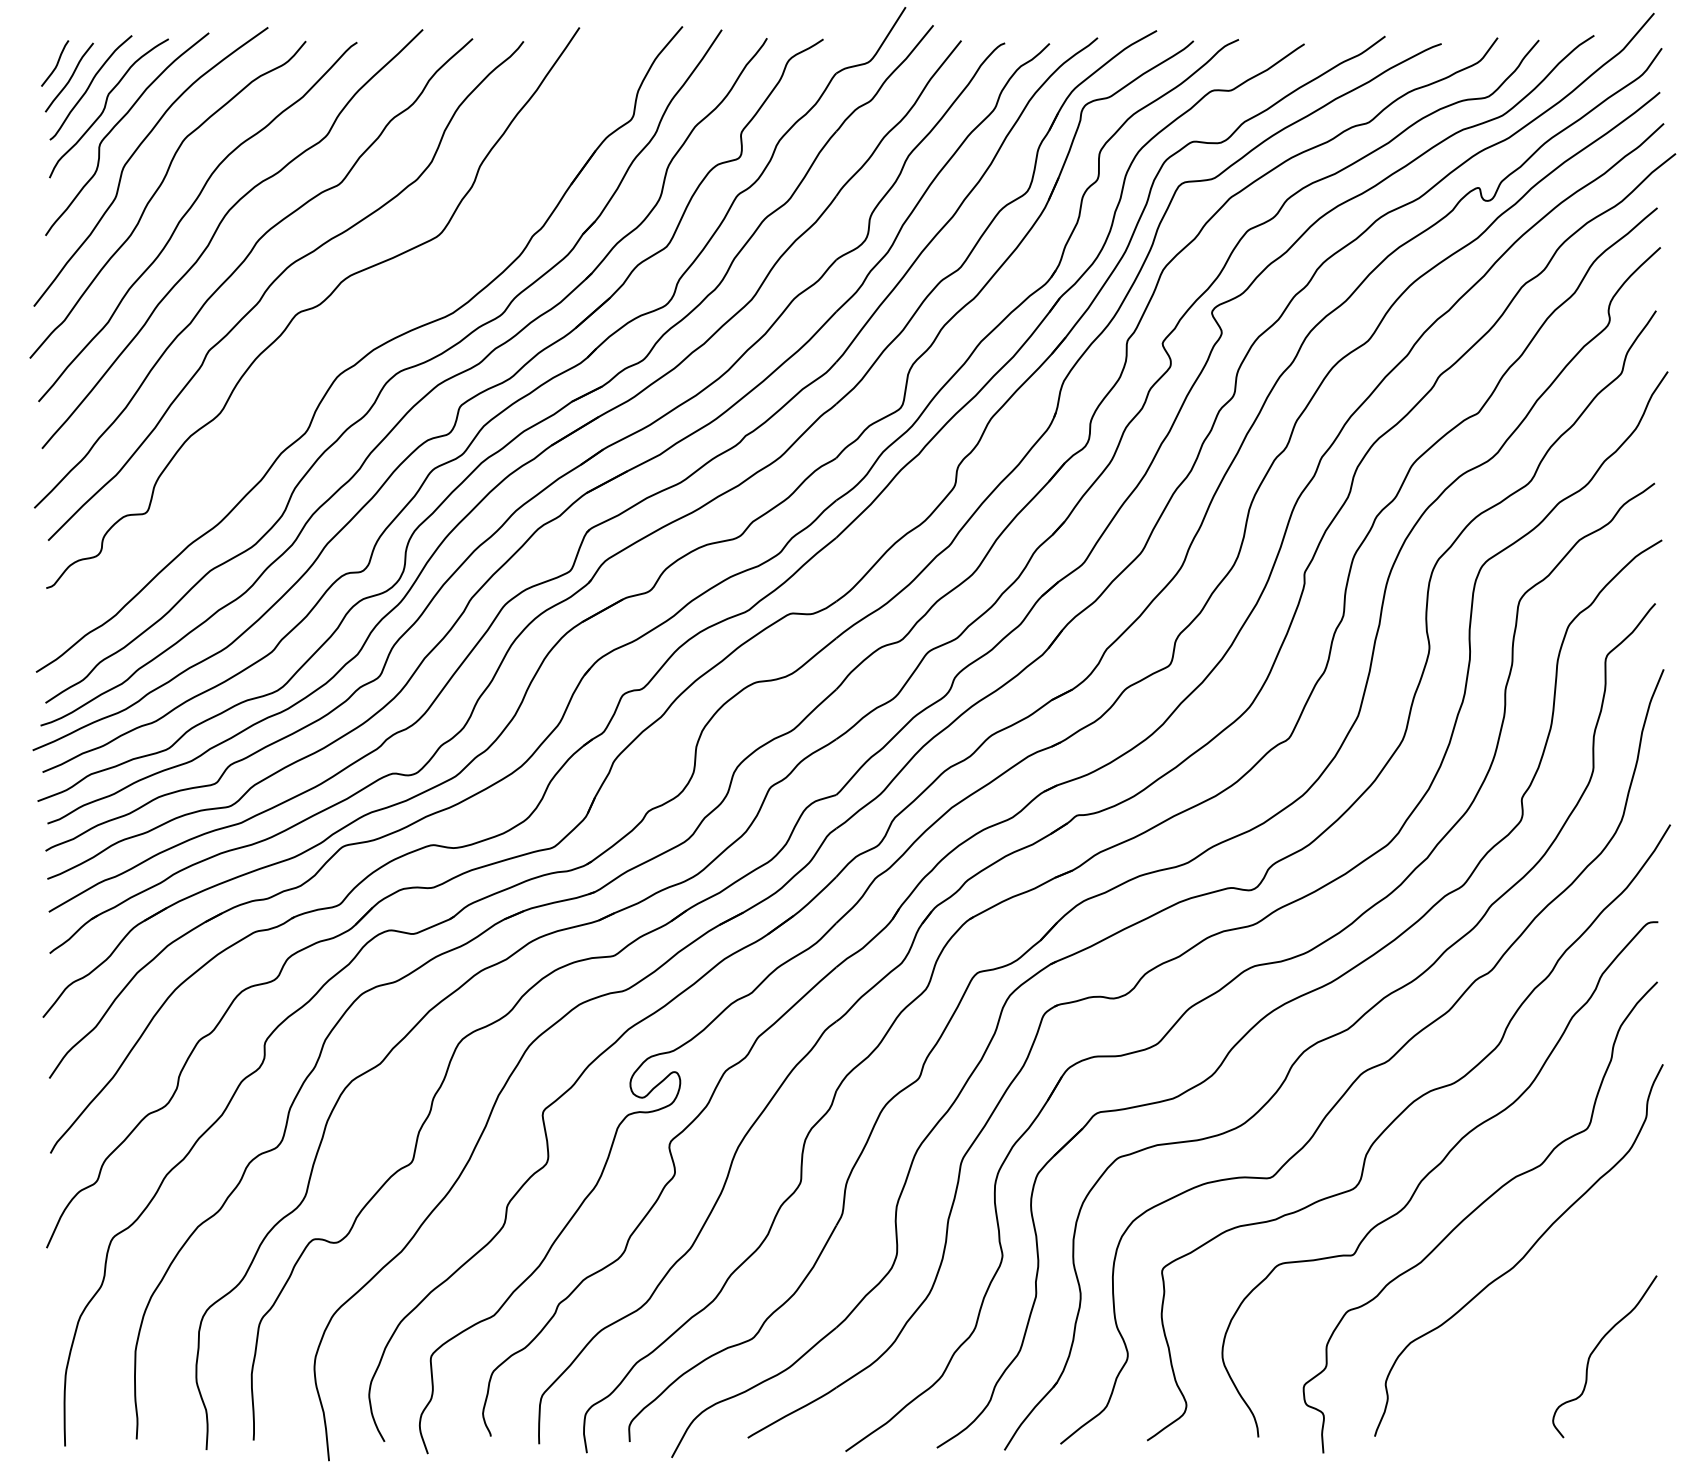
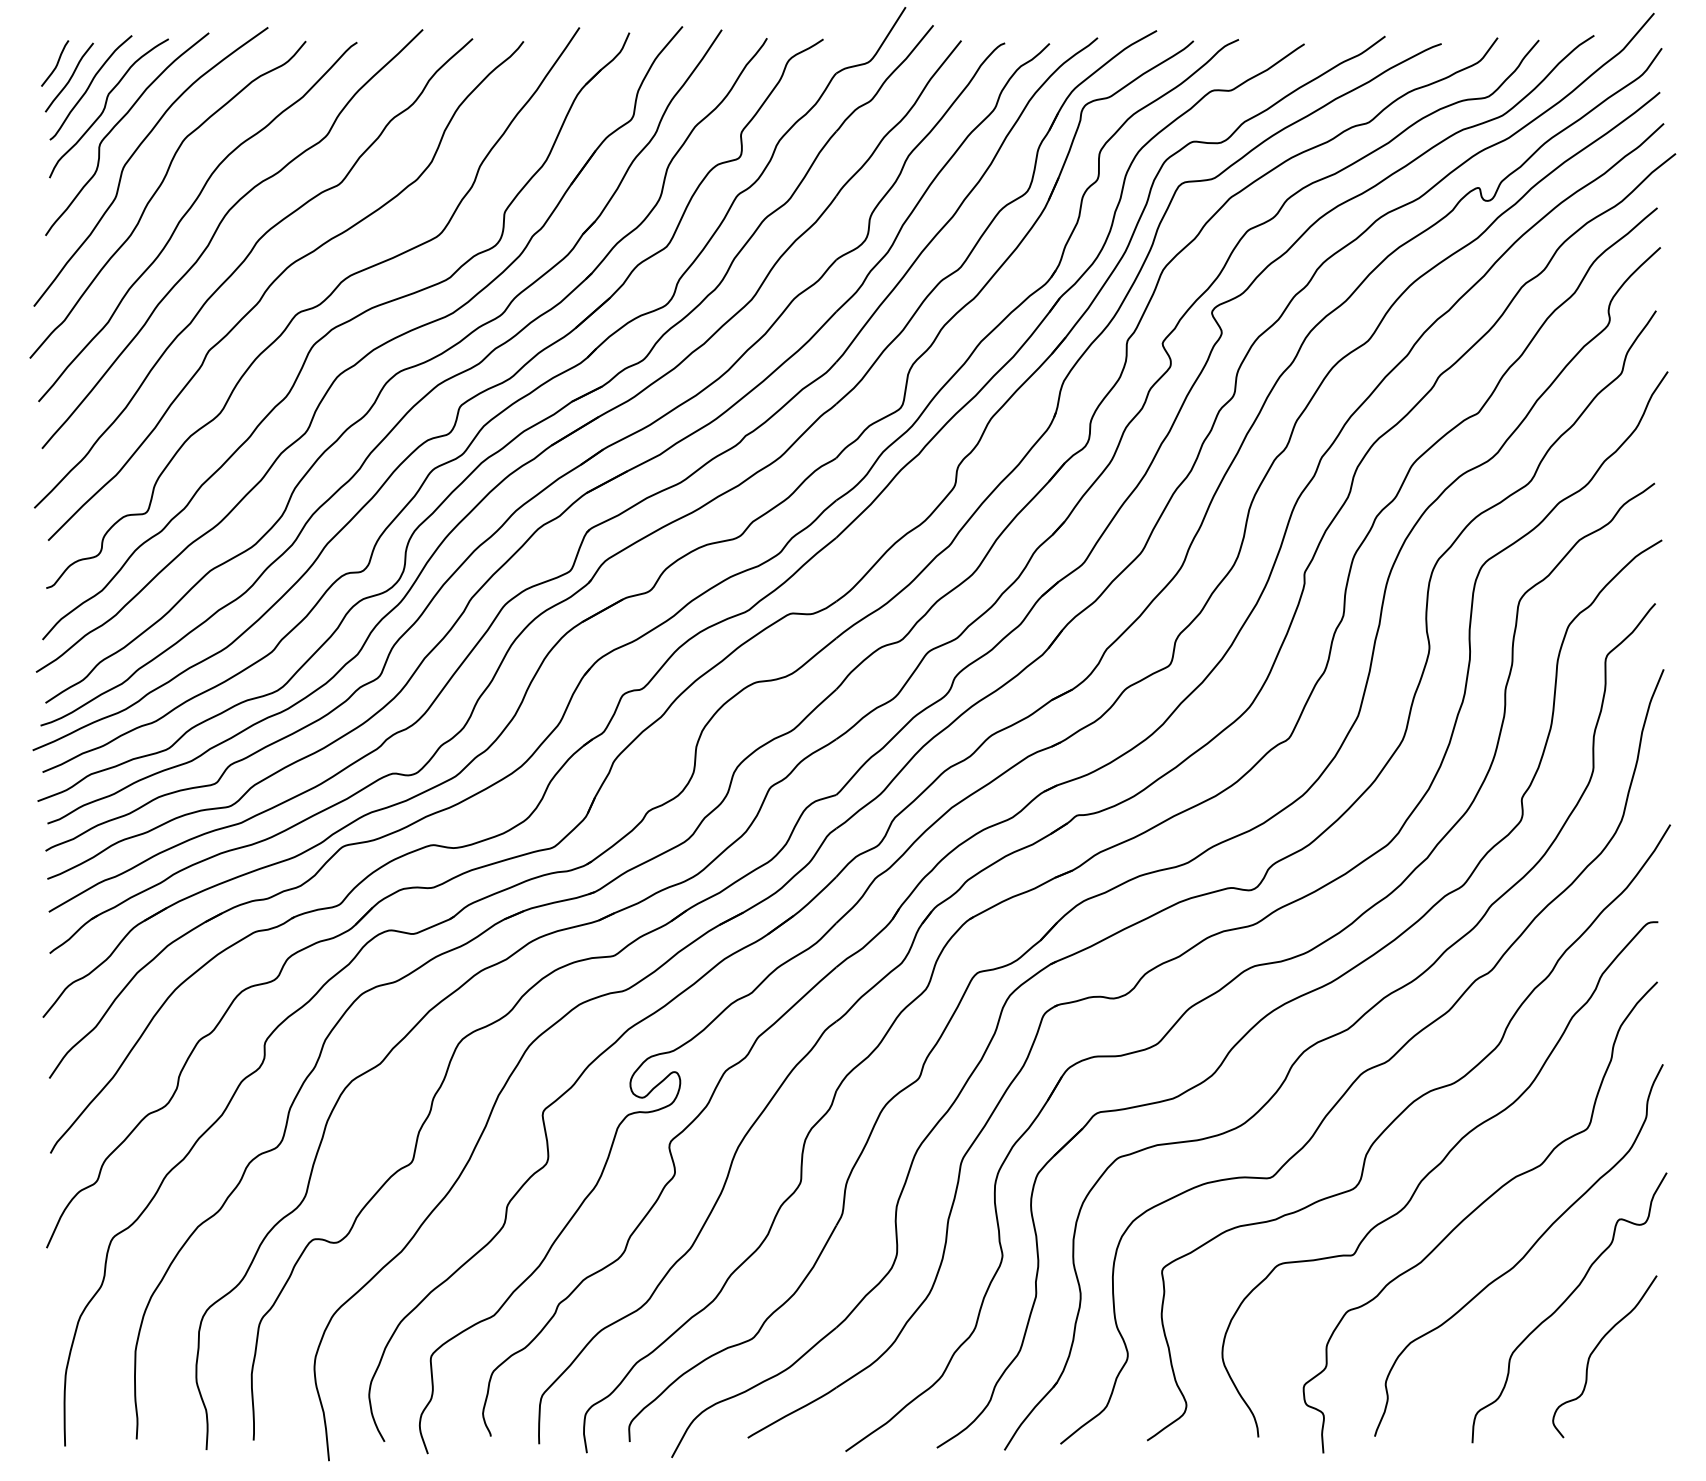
part at (331, 331): none -> present
curve at (1565, 1302): none -> present
